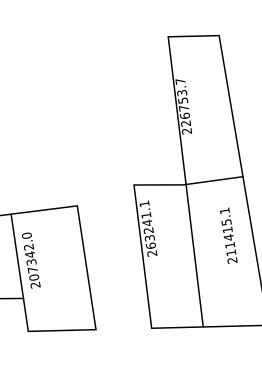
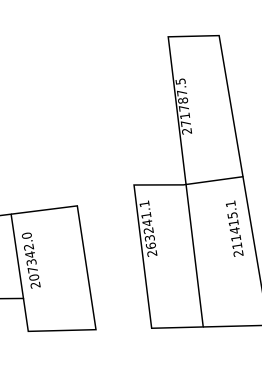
text at (183, 102): 226753.7 -> 271787.5
text at (228, 235) position: (228, 235) -> (234, 228)
